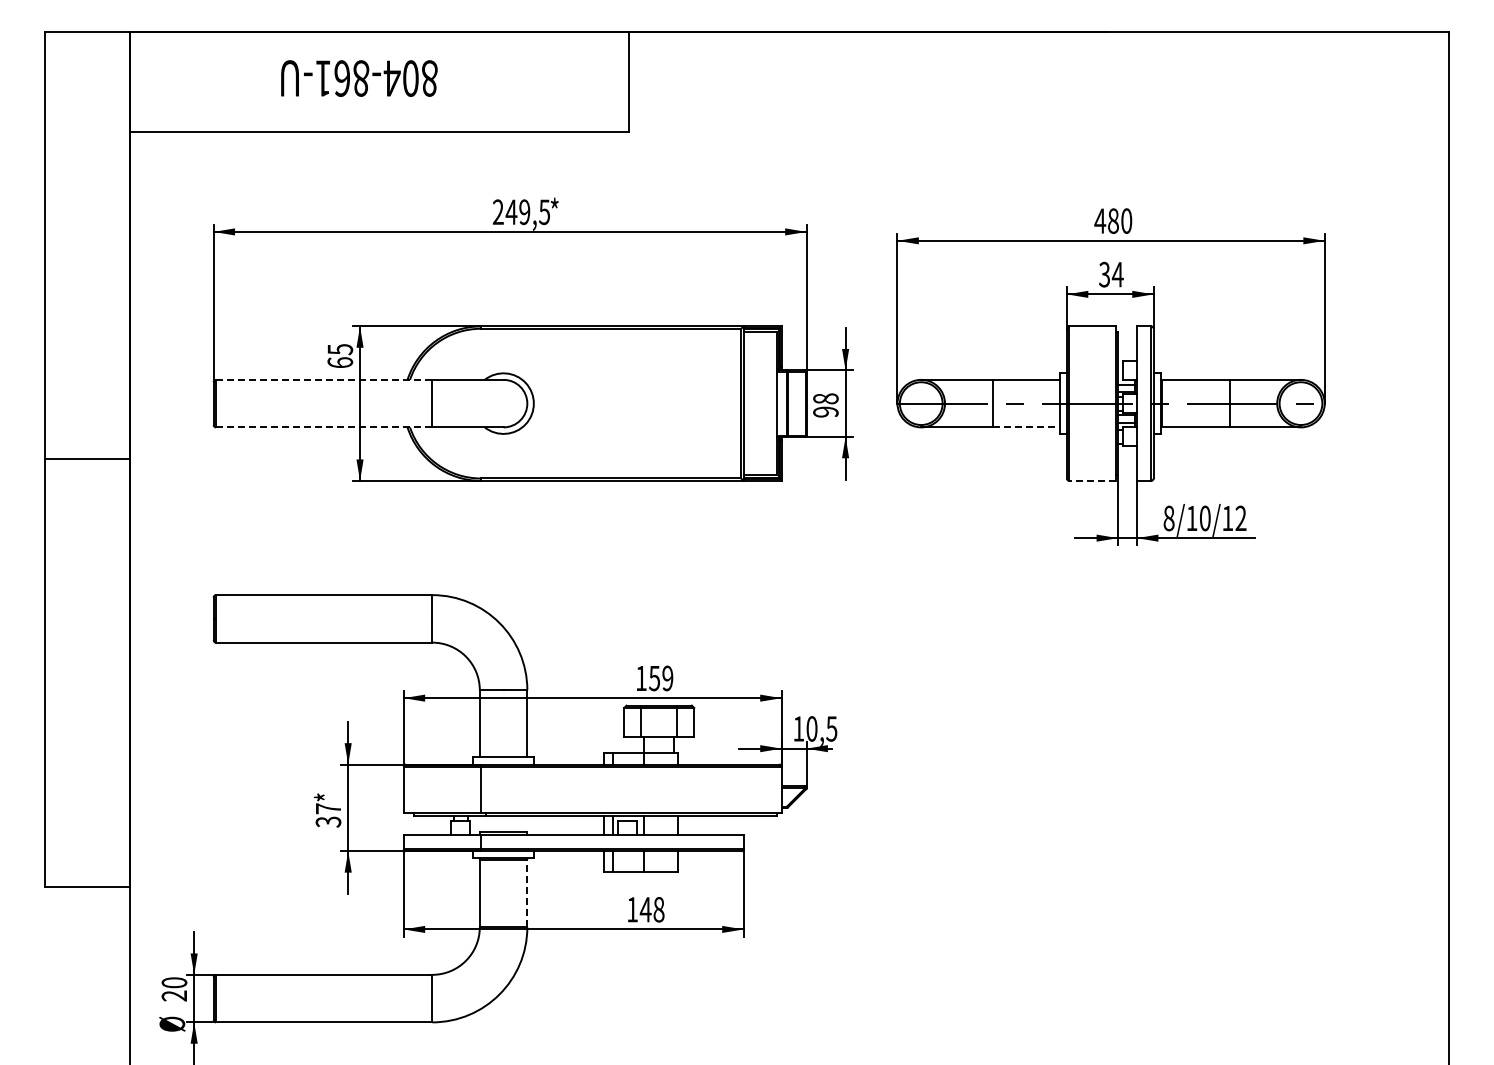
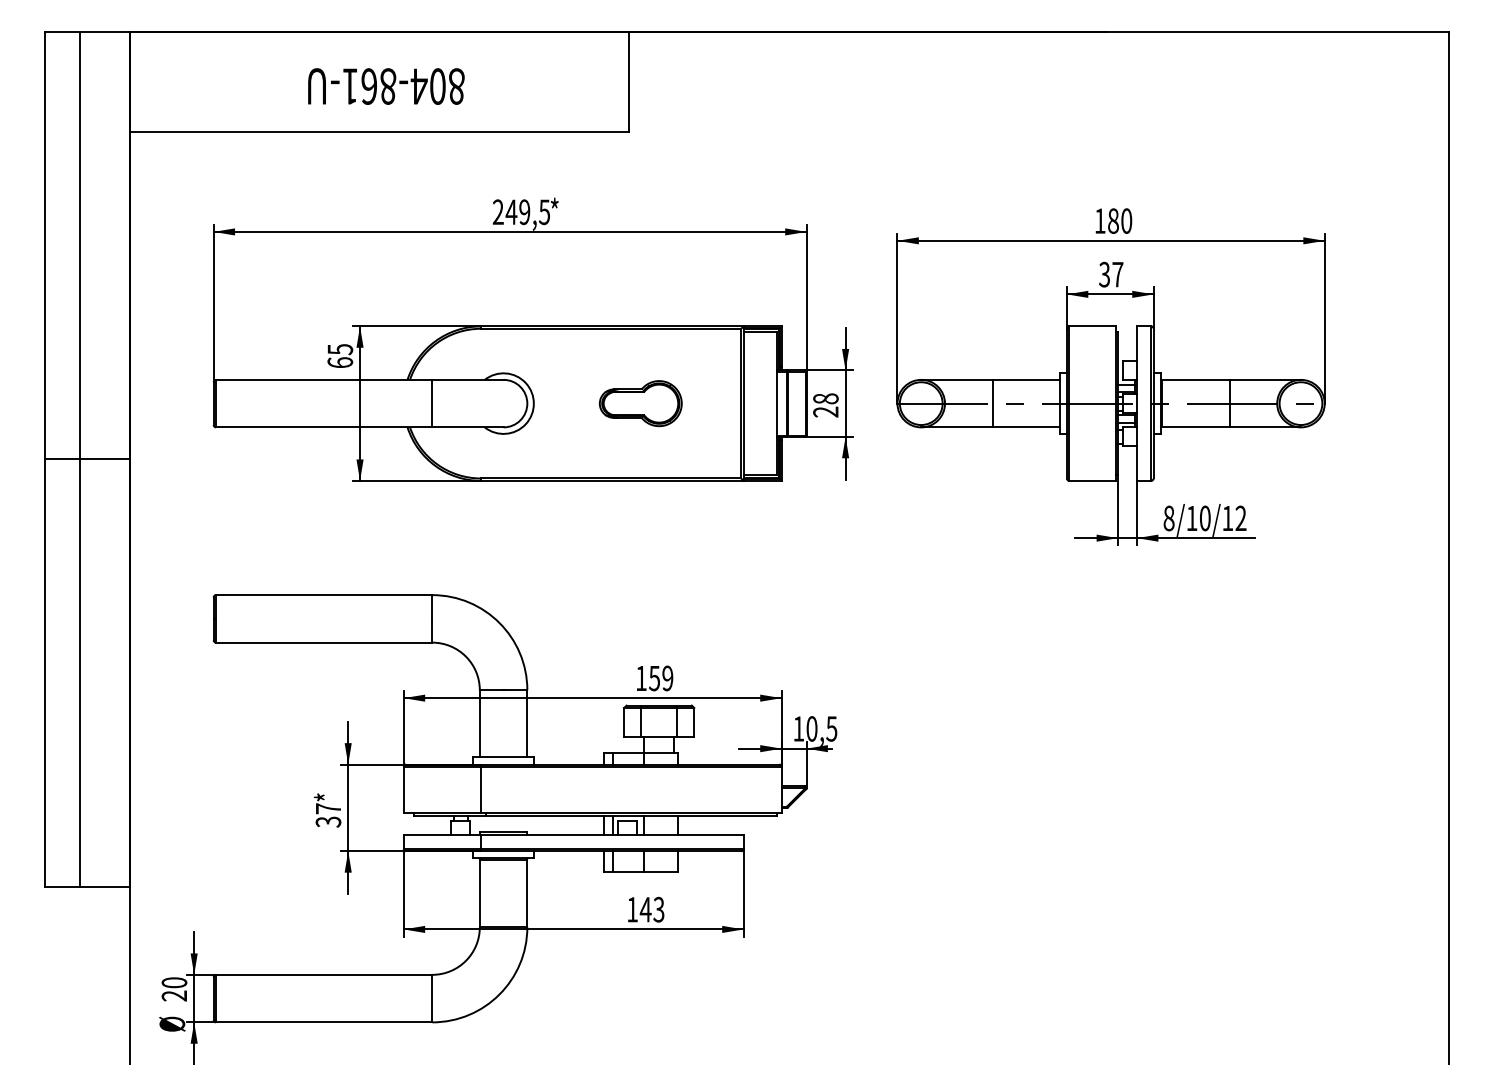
text at (359, 78) position: (359, 78) -> (386, 86)
text at (1100, 220): 480 -> 180
text at (1117, 274): 34 -> 37
line at (323, 379): dashed -> solid
part at (640, 403): none -> present
text at (825, 411): 98 -> 28
line at (324, 427): dashed -> solid
line at (1026, 427): dashed -> solid
line at (80, 459): none -> present
line at (1091, 480): dashed -> solid
line at (527, 893): dashed -> solid
text at (658, 909): 148 -> 143
